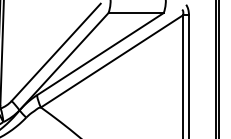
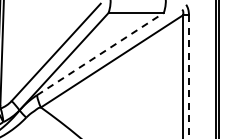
line at (100, 54): solid -> dashed
line at (188, 77): solid -> dashed
